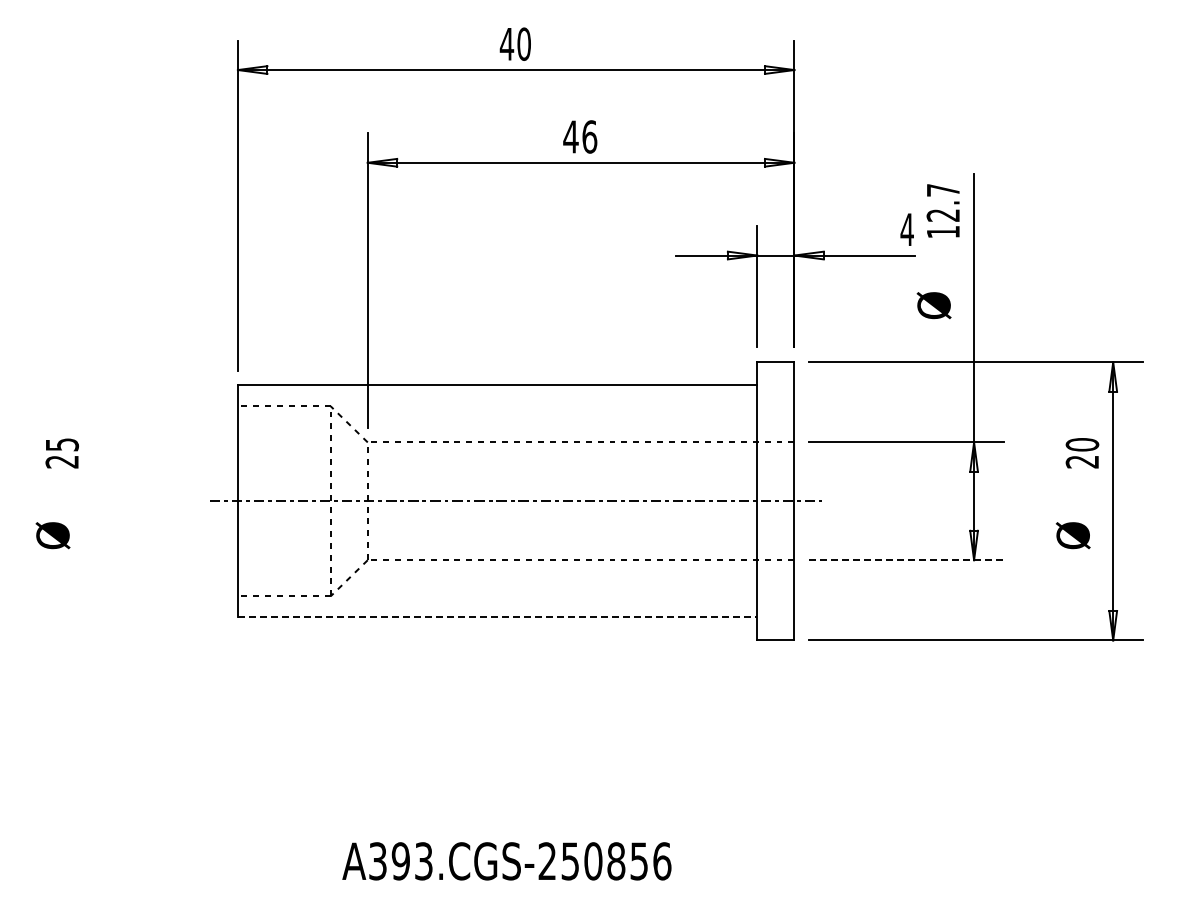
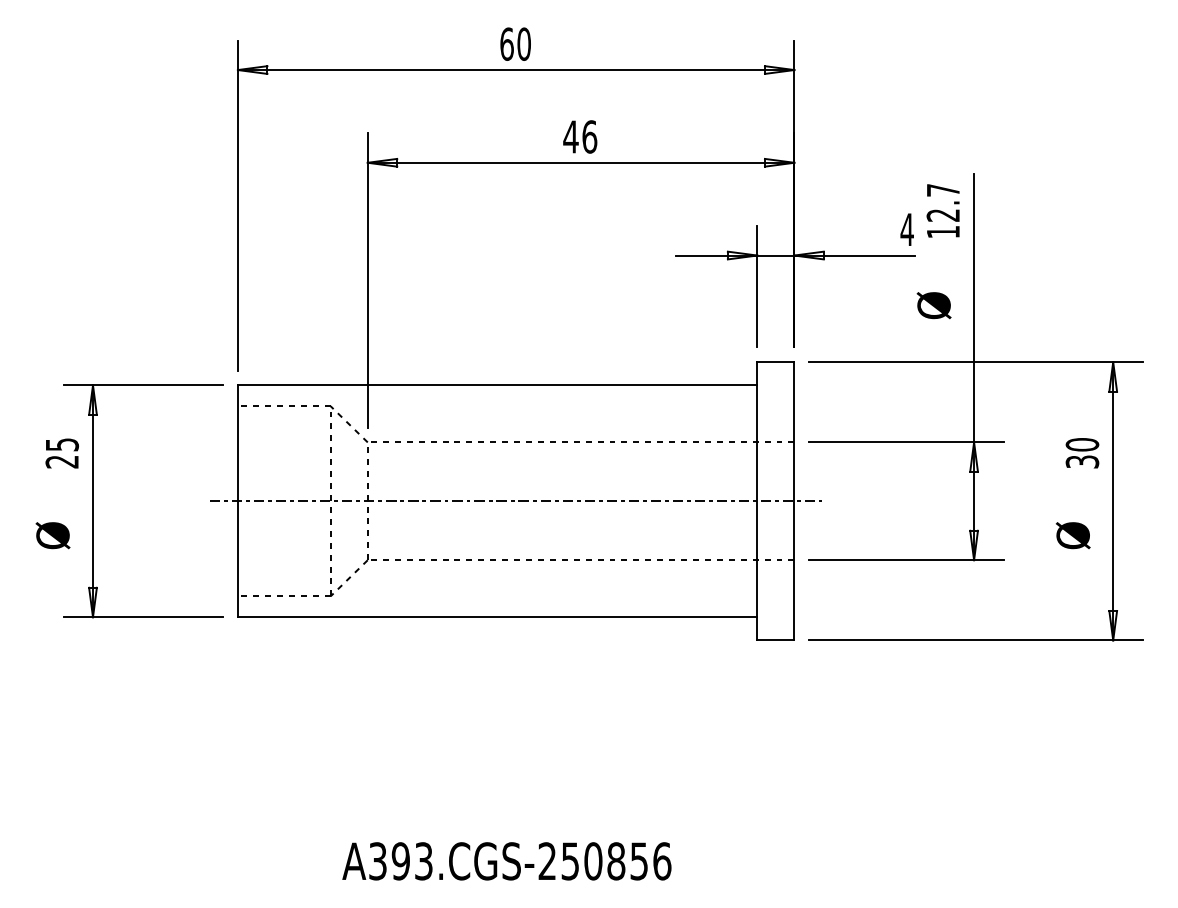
text at (506, 43): 40 -> 60
text at (1082, 461): 20 -> 30
part at (93, 501): none -> present
line at (906, 560): dashed -> solid
line at (497, 617): dashed -> solid
